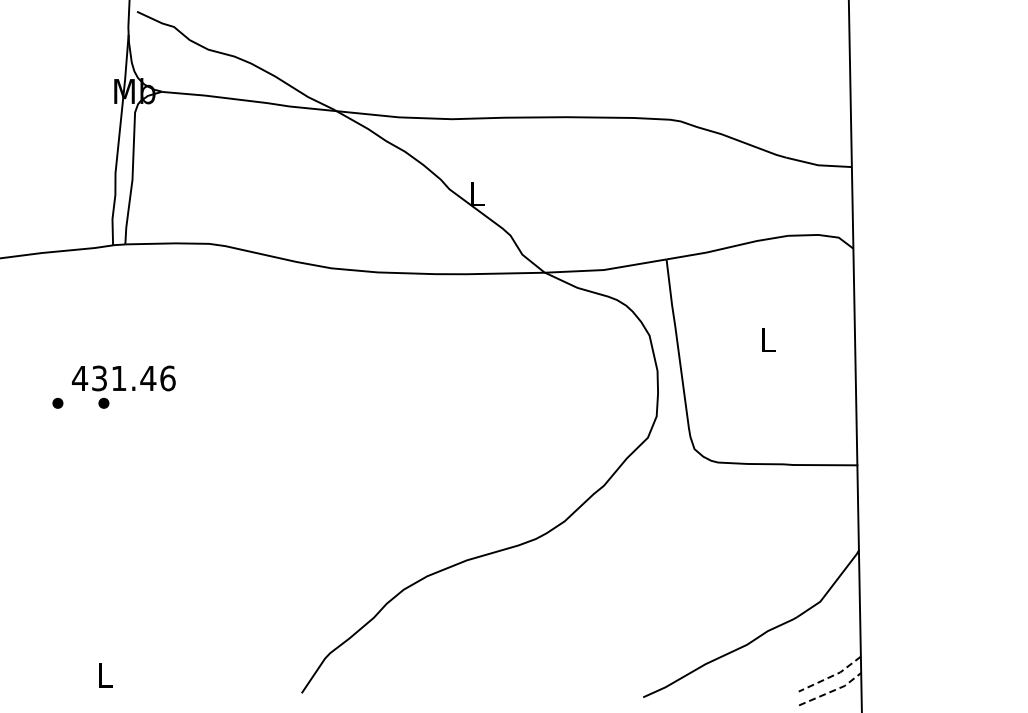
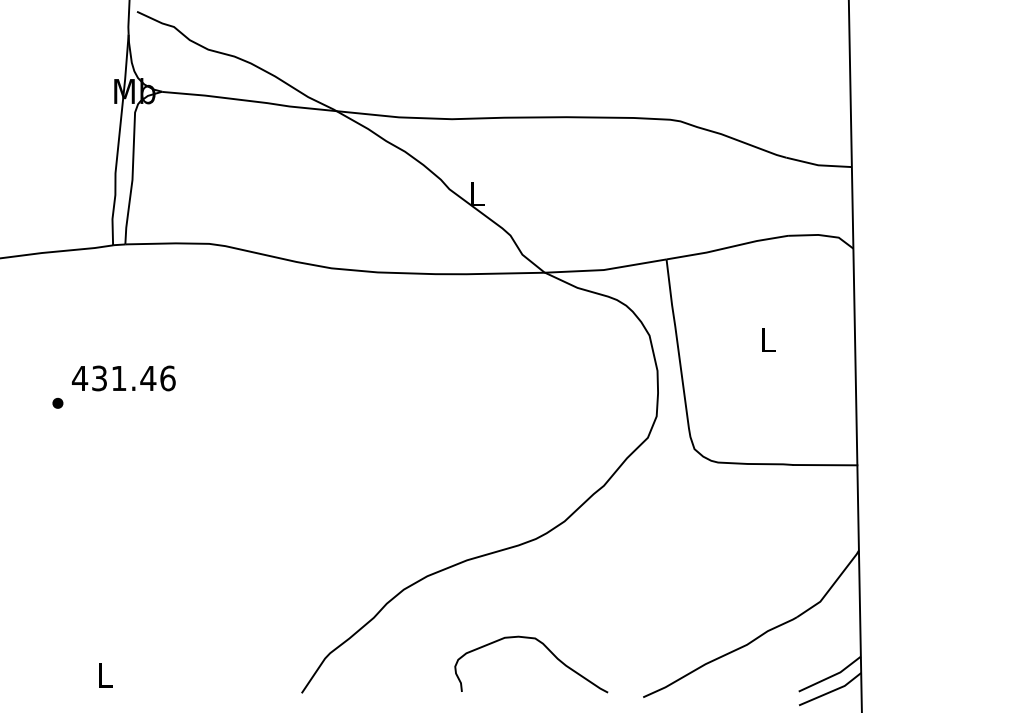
part at (103, 402): present -> none
curve at (546, 648): none -> present
line at (831, 676): dashed -> solid
line at (831, 691): dashed -> solid
